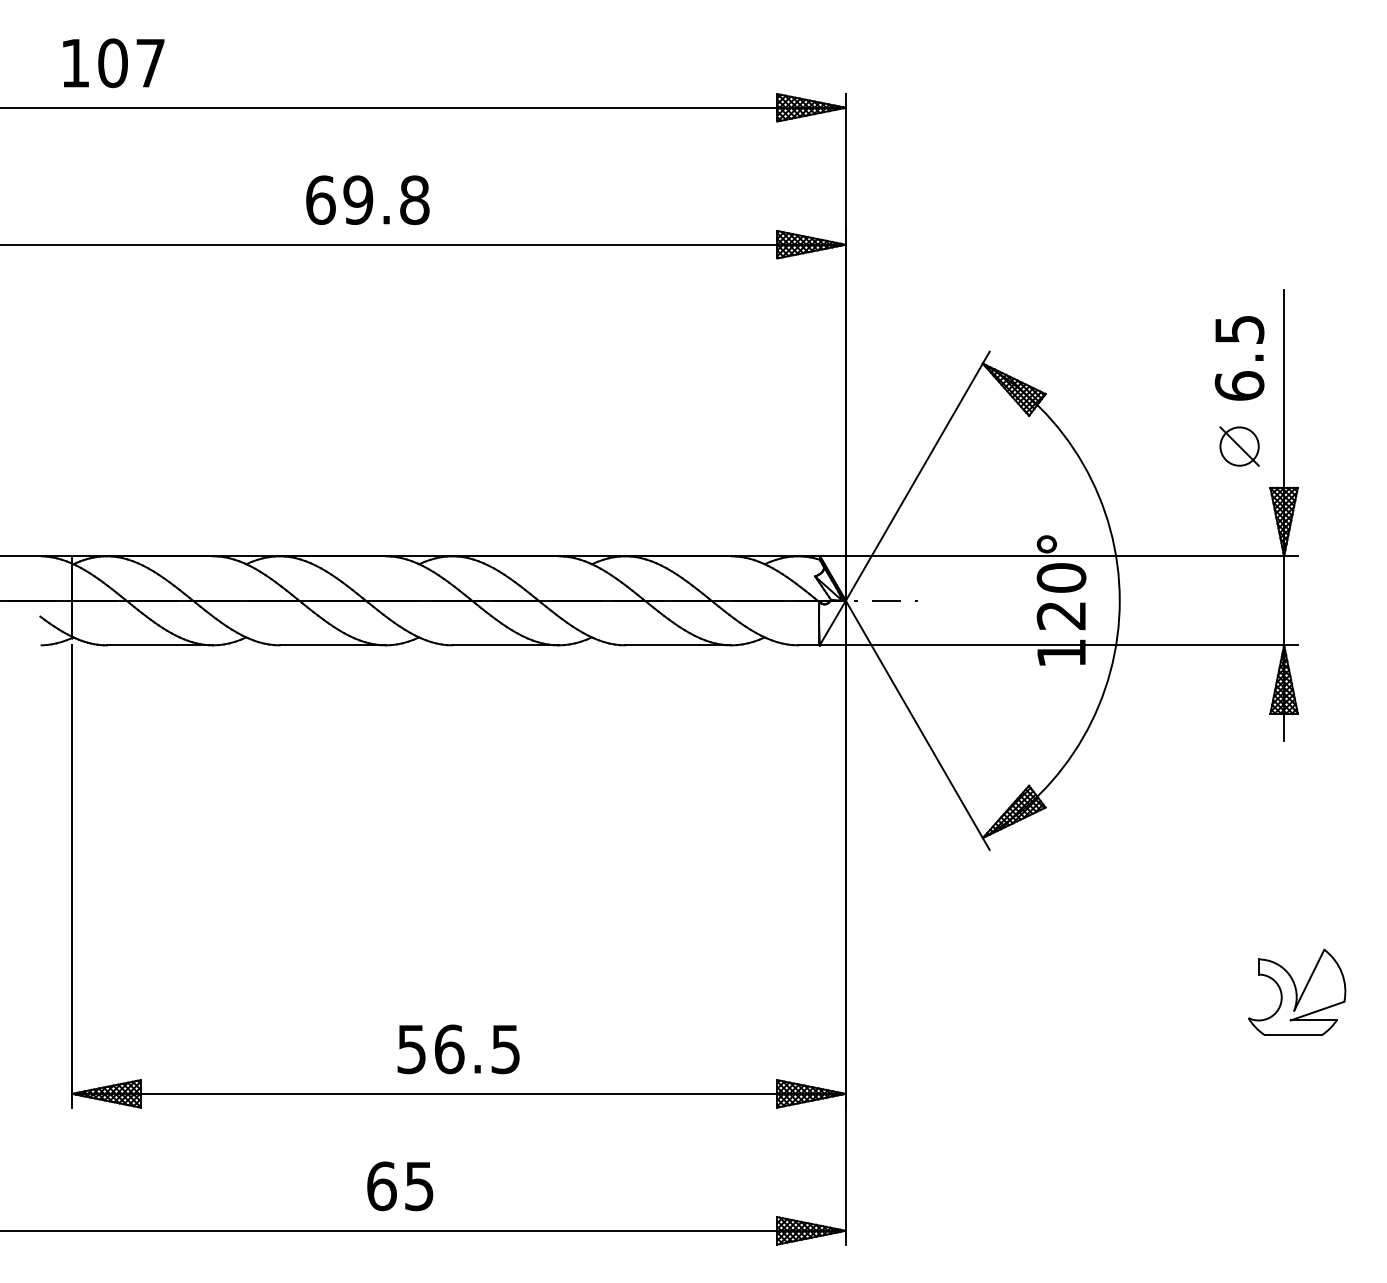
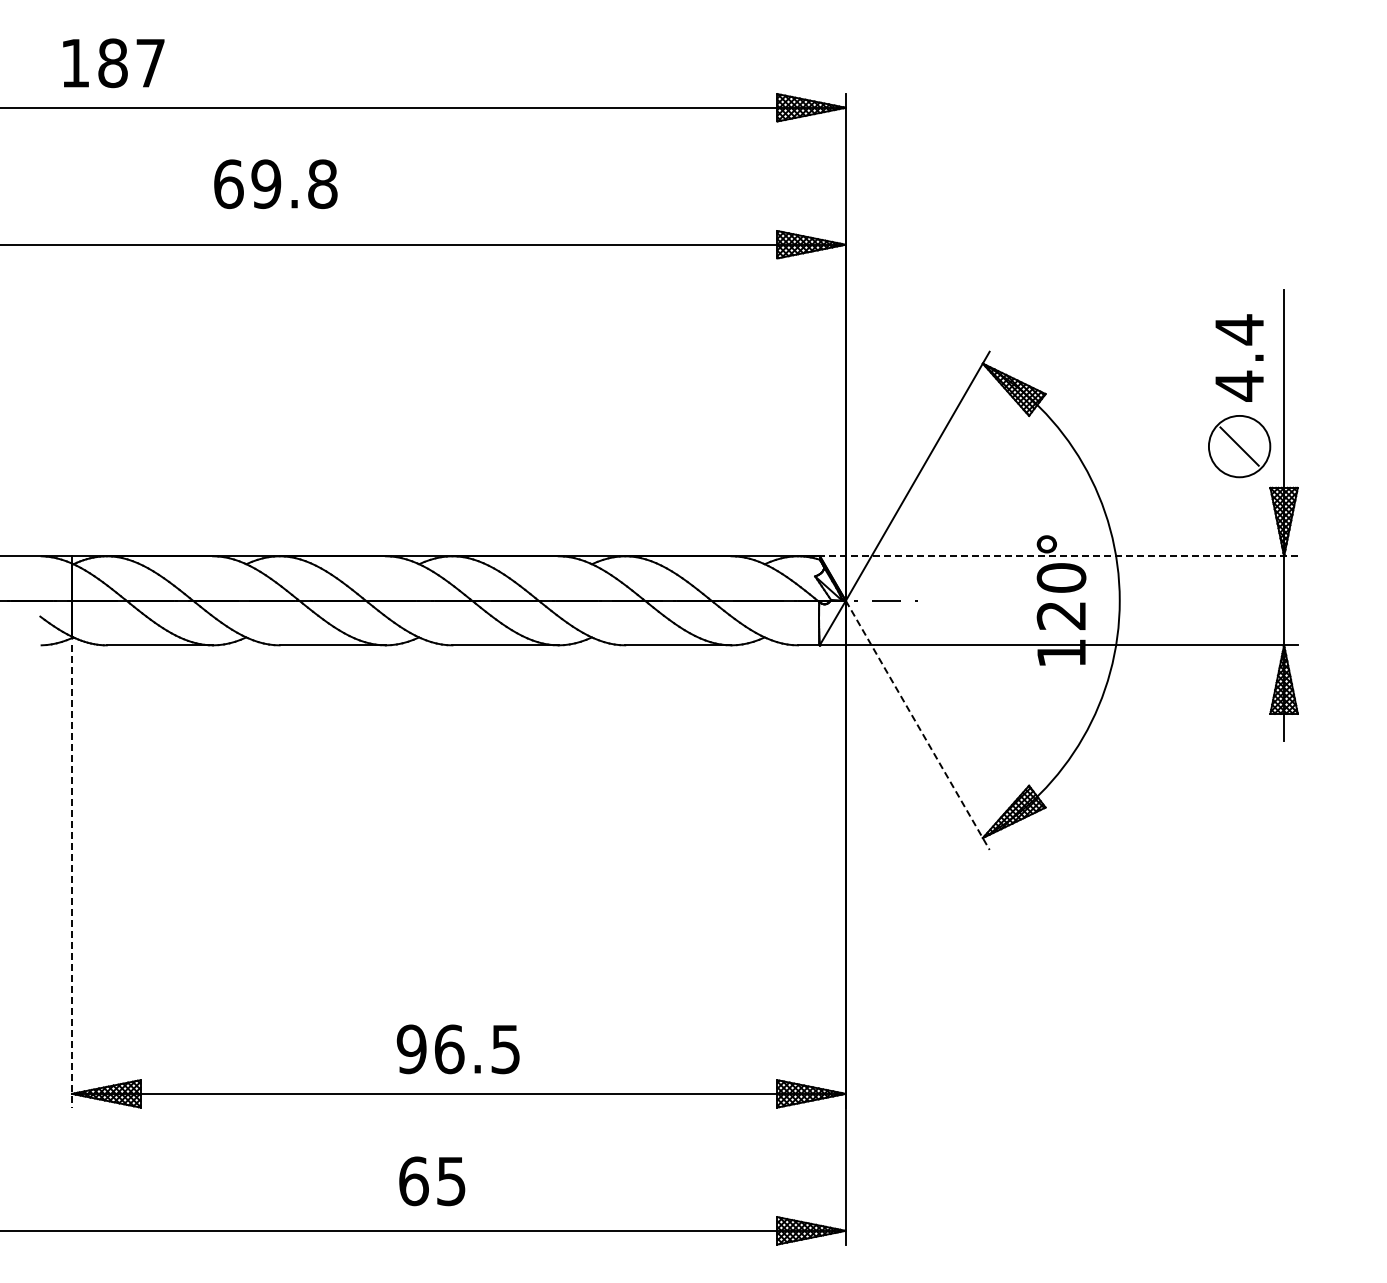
text at (112, 62): 107 -> 187
text at (367, 199) position: (367, 199) -> (275, 183)
text at (1239, 357): 6.5 -> 4.4
circle at (1239, 446) diameter: 38 px -> 61 px
line at (1058, 556): solid -> dashed
line at (917, 725): solid -> dashed
line at (72, 876): solid -> dashed
part at (1297, 991): present -> none
text at (411, 1048): 56.5 -> 96.5
text at (400, 1186) position: (400, 1186) -> (432, 1181)
